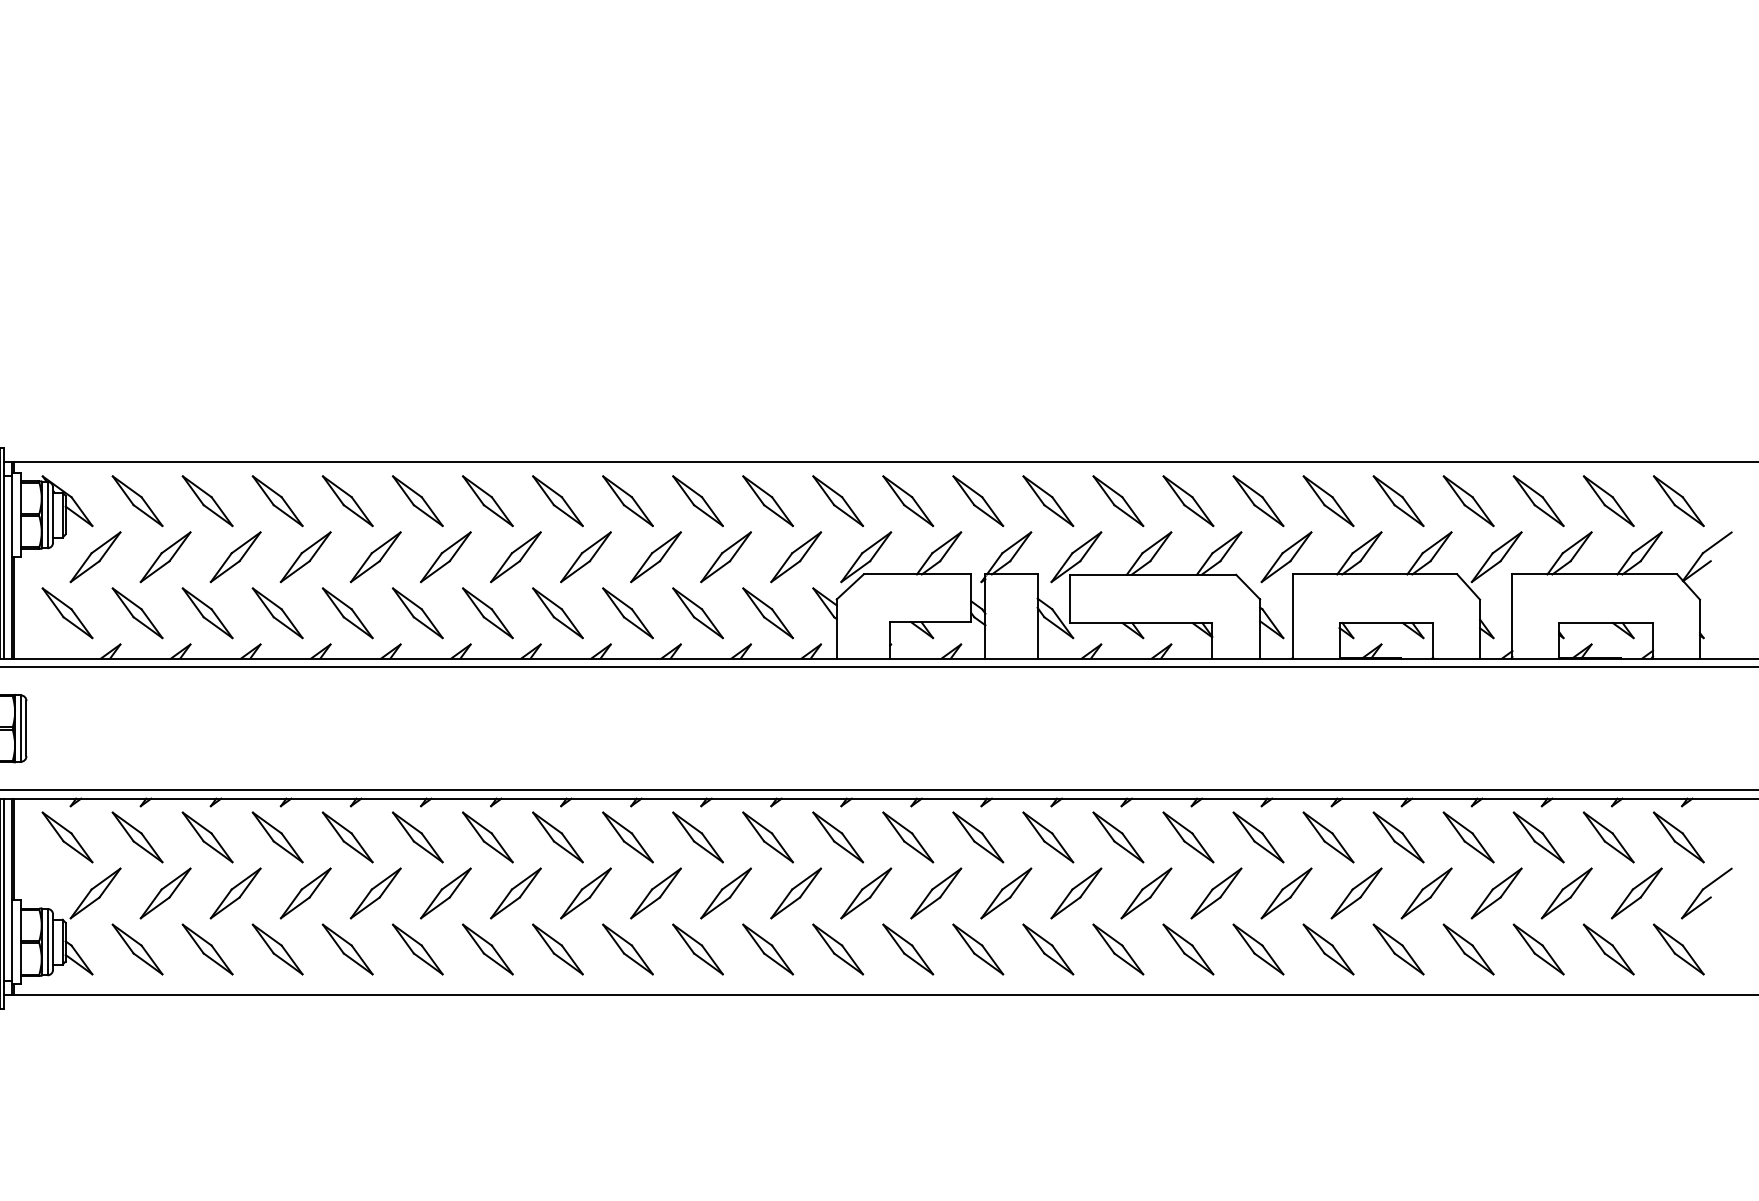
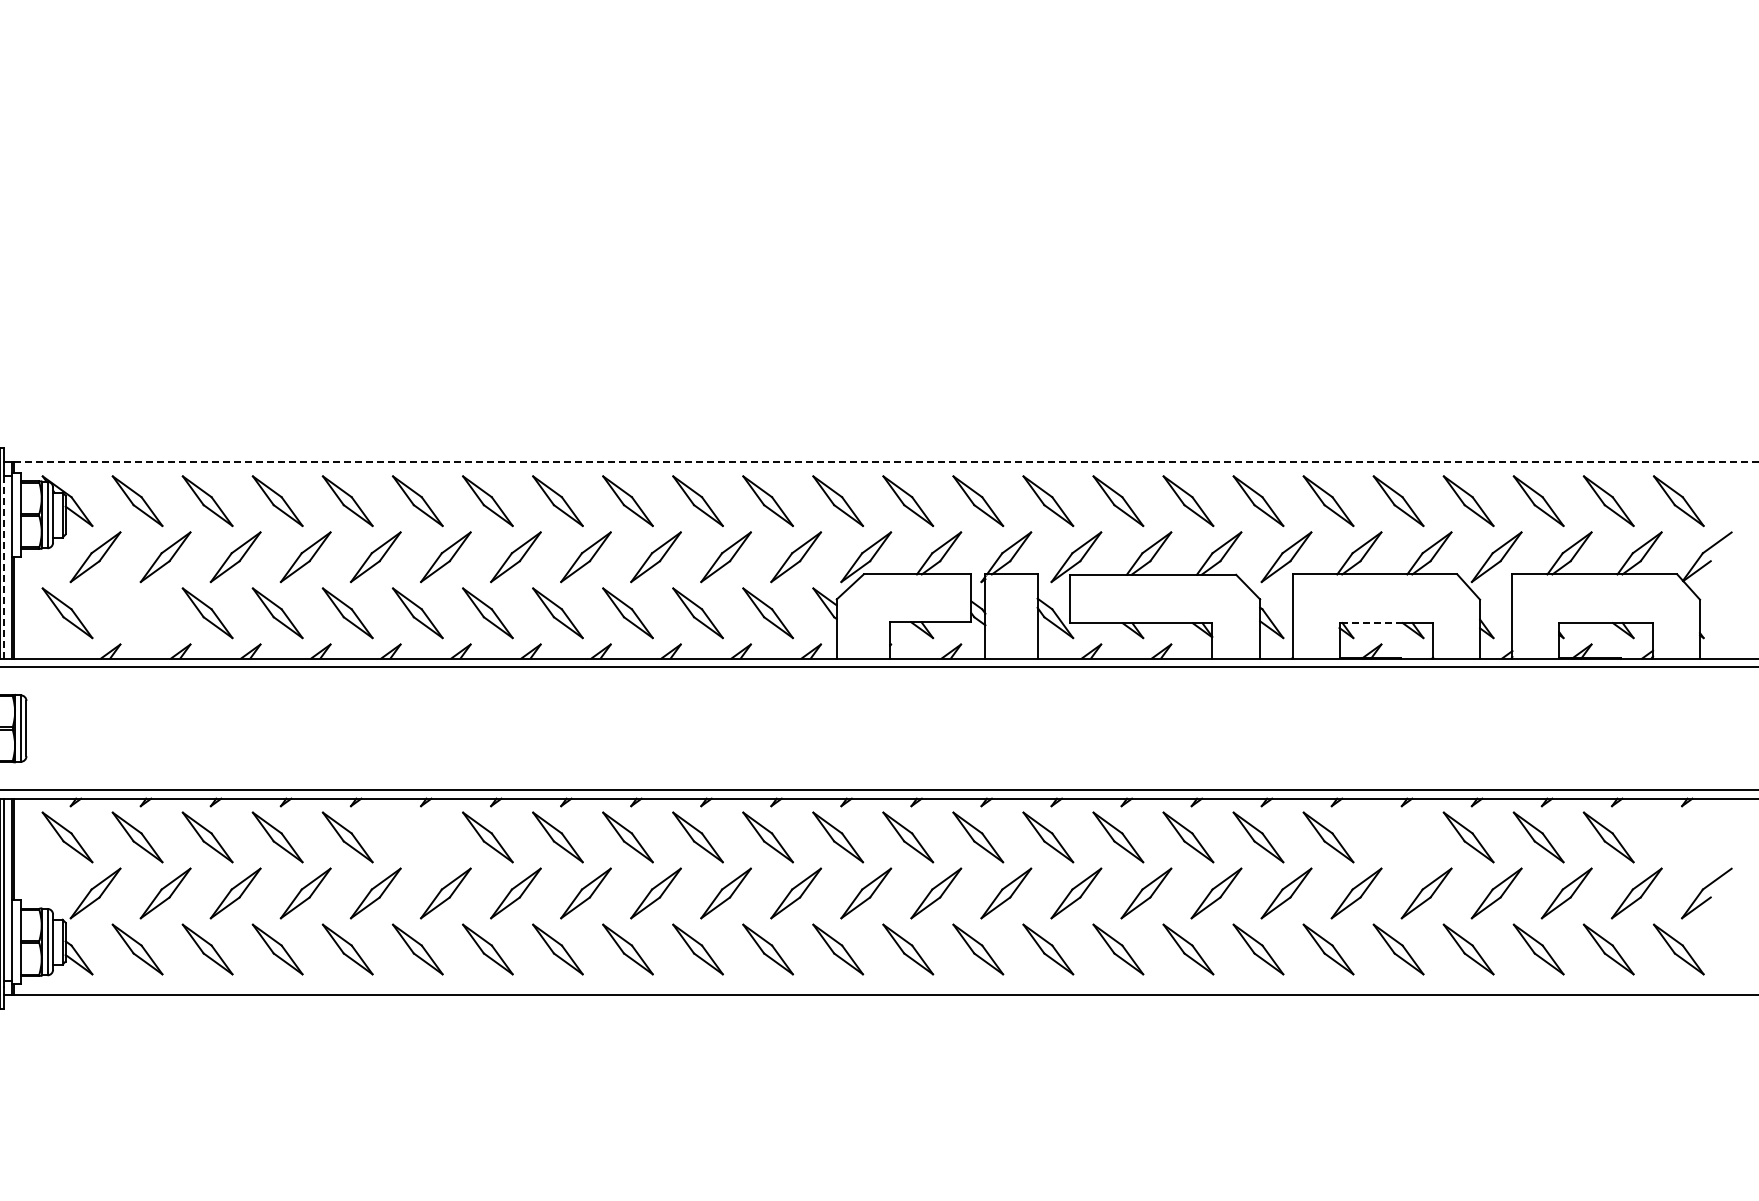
line at (886, 462): solid -> dashed
line at (4, 566): solid -> dashed
part at (137, 613): present -> none
line at (1372, 623): solid -> dashed
part at (417, 837): present -> none
part at (1398, 837): present -> none
part at (1678, 837): present -> none
